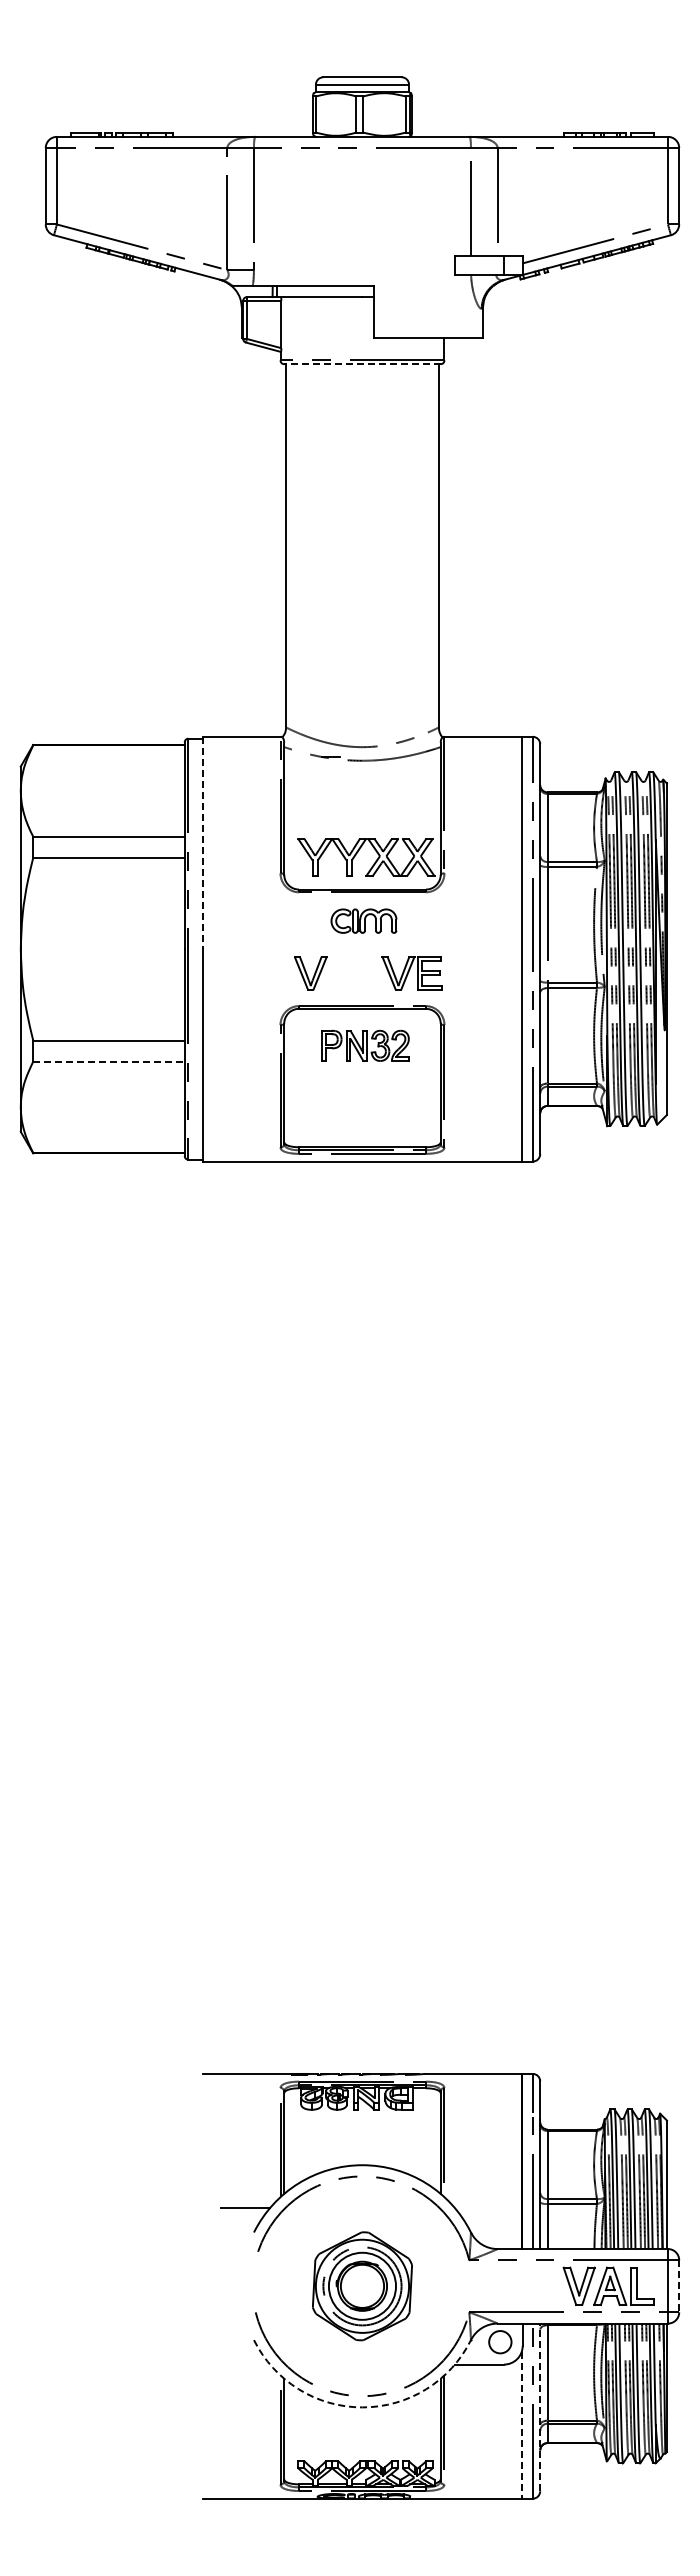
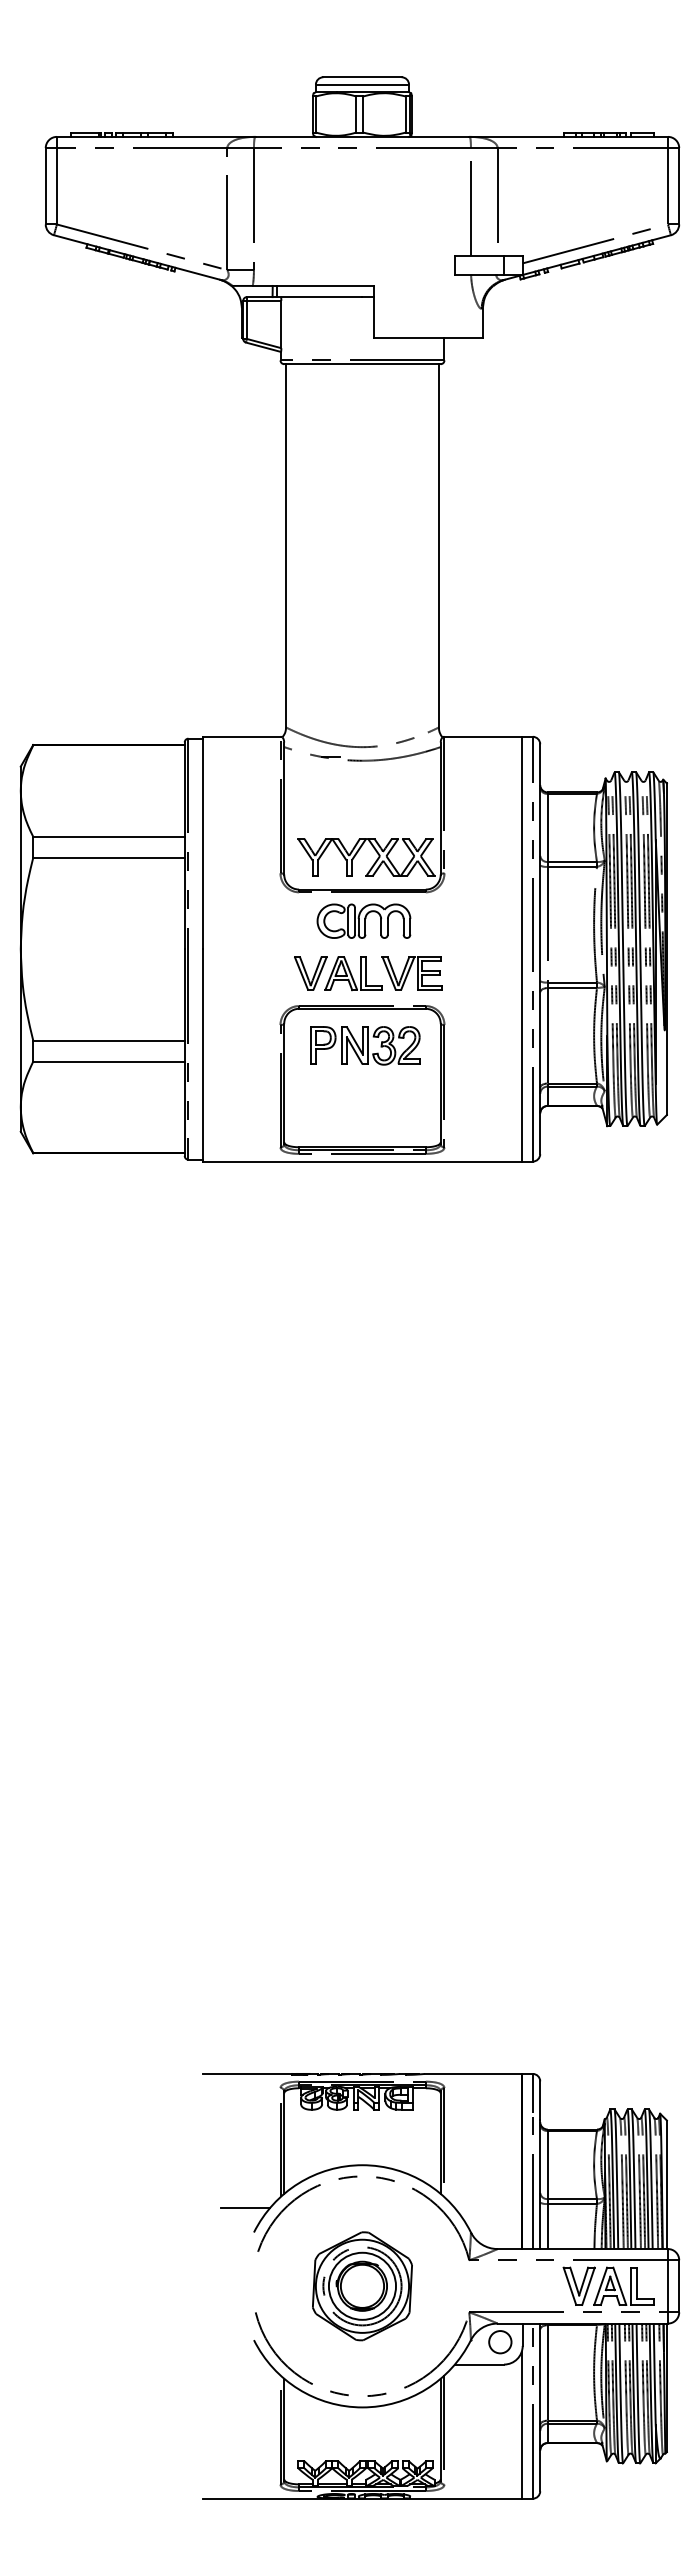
line at (361, 364): dashed -> solid
line at (203, 843): dashed -> solid
part at (363, 920) size: 68x26 px -> 96x36 px
part at (353, 973): none -> present
part at (365, 1045) size: 89x33 px -> 111x40 px
line at (109, 1061): dashed -> solid
line at (679, 2286): dashed -> solid
arc at (362, 2407): dashed -> solid
line at (540, 2407): dashed -> solid
line at (521, 2426): dashed -> solid
